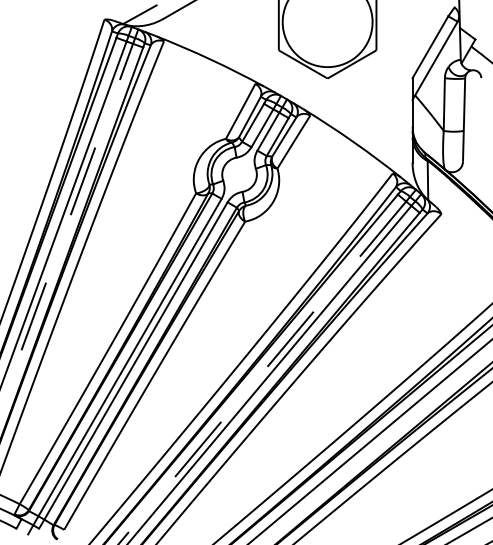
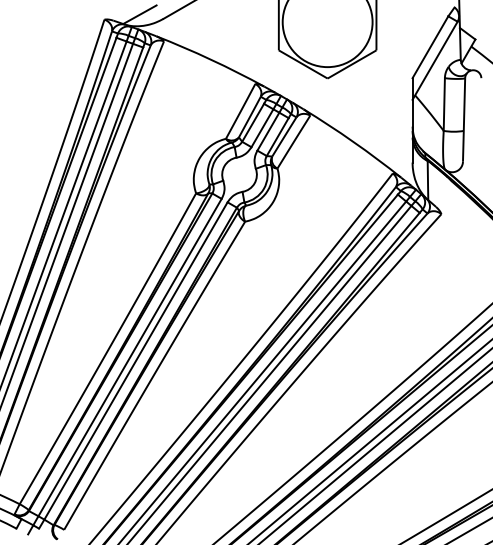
line at (66, 226): dashed -> solid
line at (262, 373): dashed -> solid
line at (375, 445): none -> present
